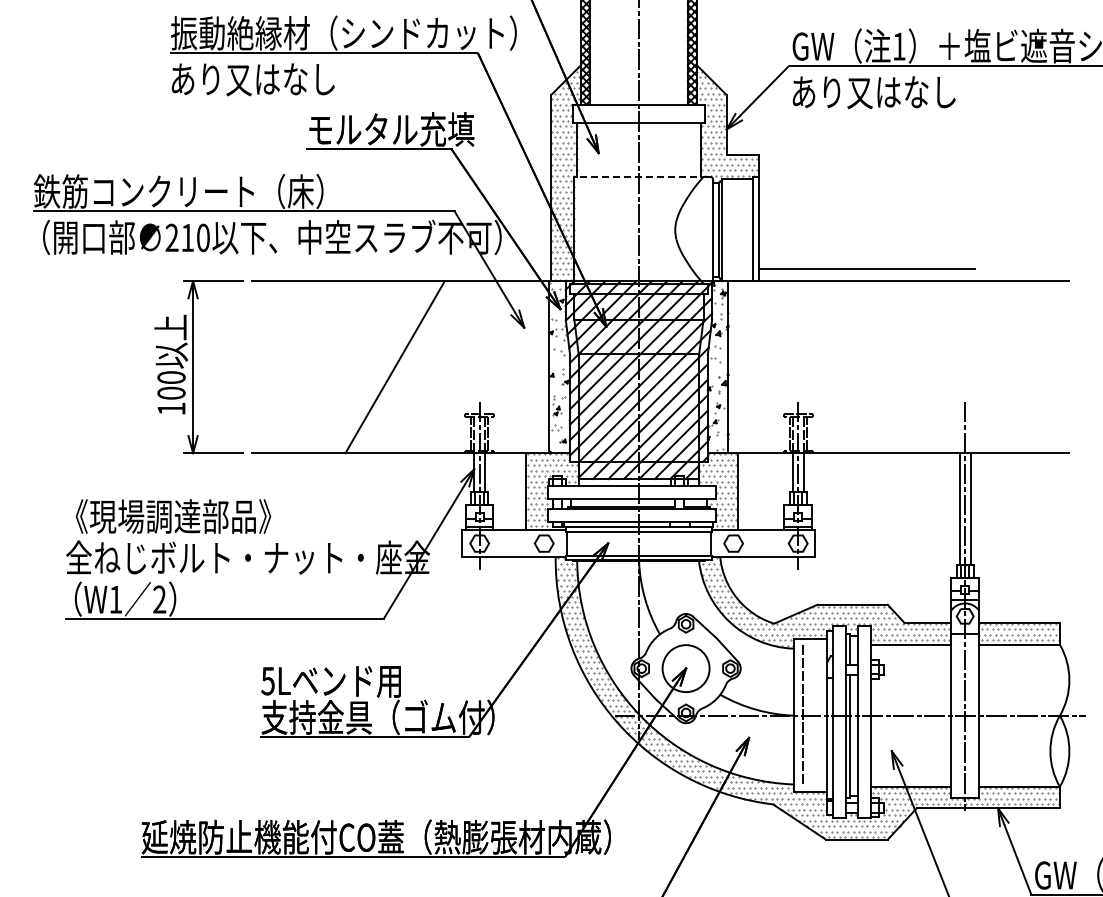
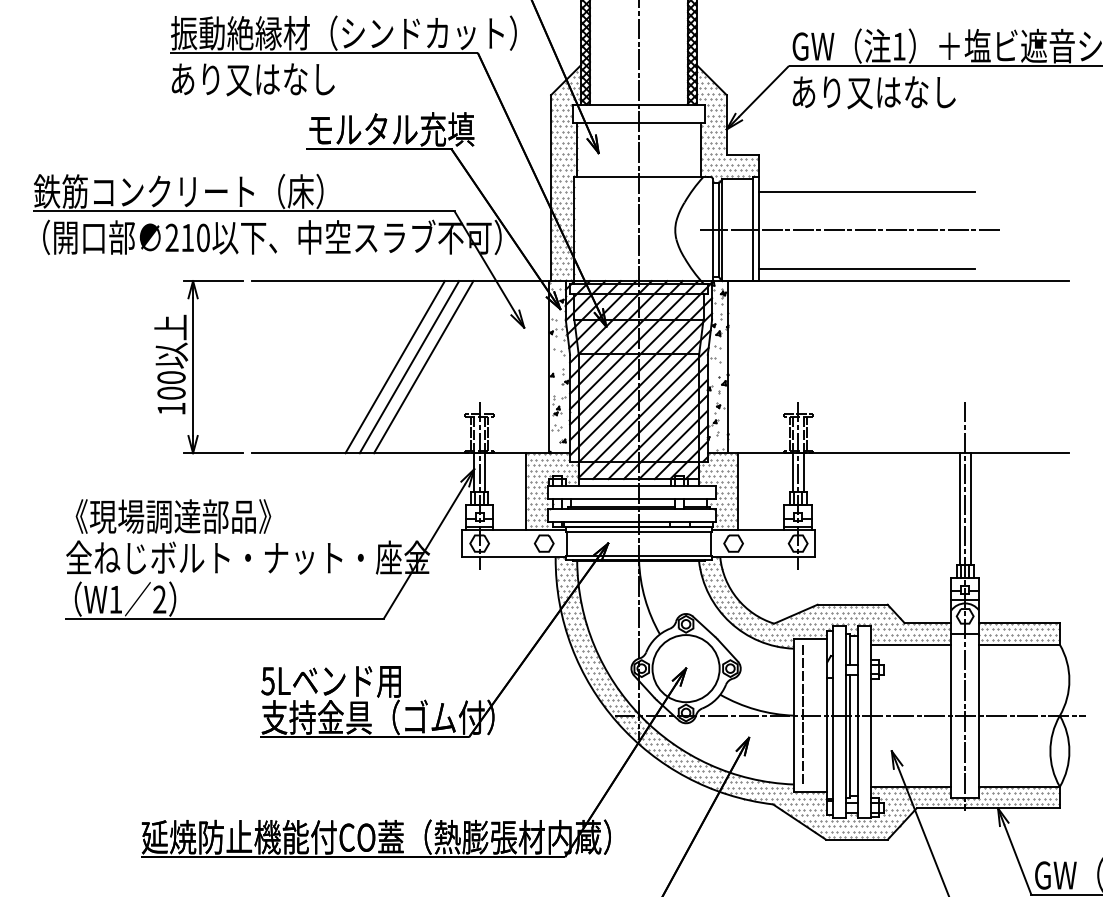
line at (641, 176): dashed -> solid
line at (866, 191): none -> present
line at (850, 230): none -> present
line at (409, 367): none -> present
line at (423, 367): none -> present
circle at (685, 668) diameter: 47 px -> 67 px
